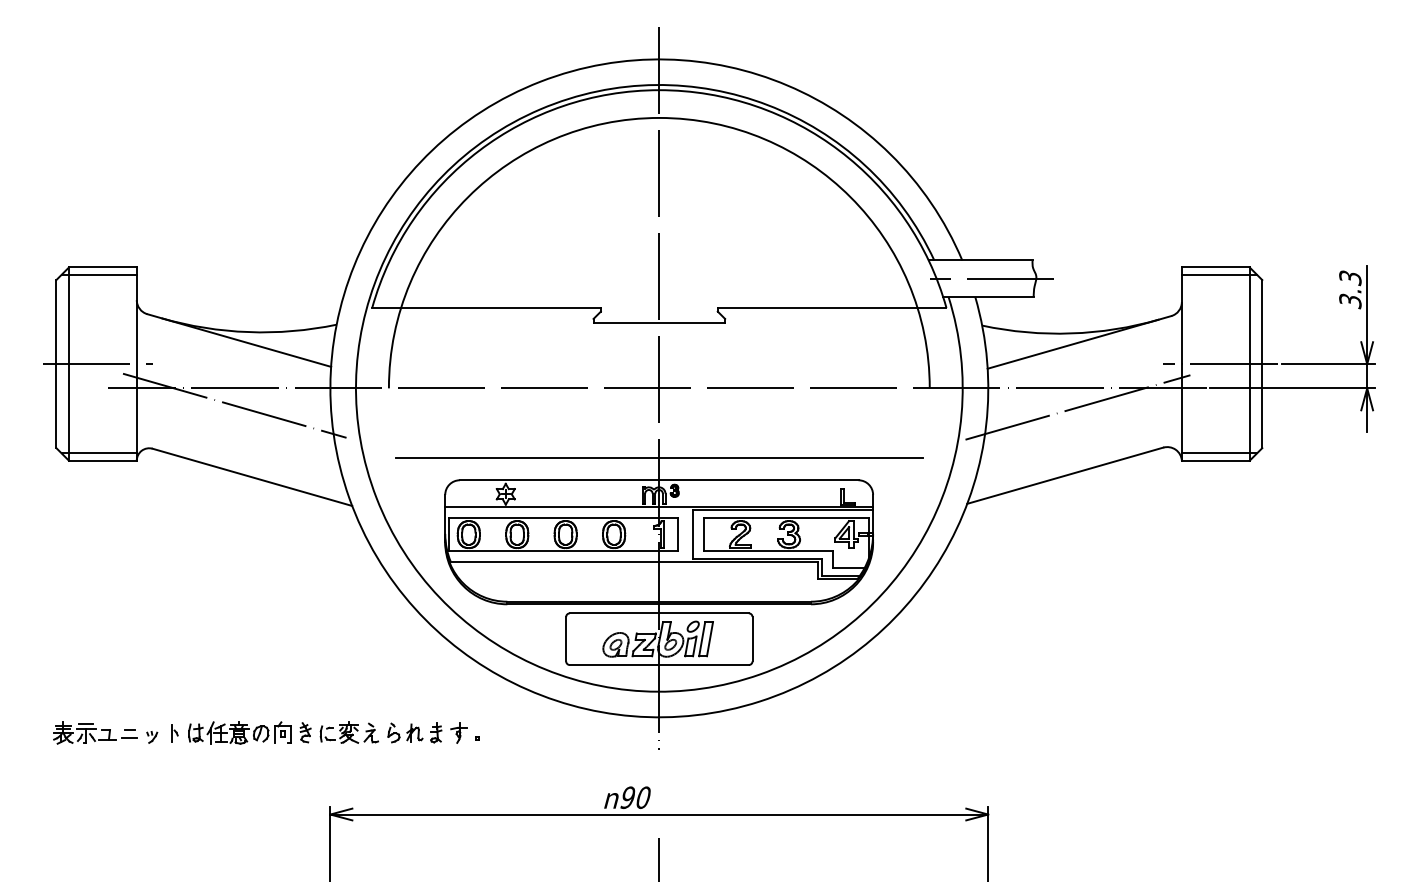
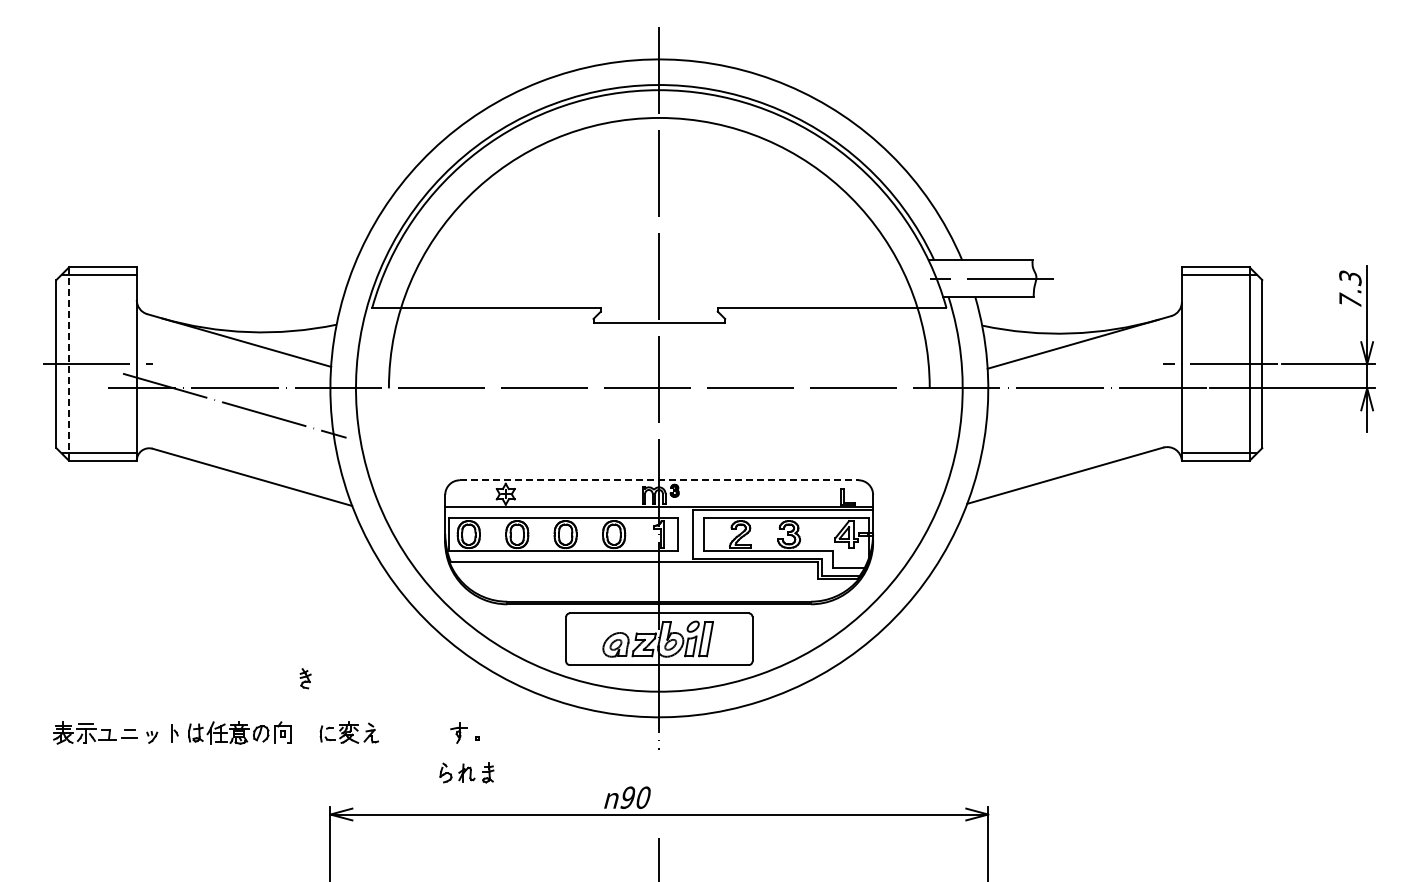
text at (1350, 300): 3.3 -> 7.3
line at (68, 364): solid -> dashed
line at (1077, 407): present -> none
line at (659, 457): present -> none
line at (659, 480): solid -> dashed
part at (305, 732) position: (305, 732) -> (305, 678)
part at (414, 732) position: (414, 732) -> (466, 772)
